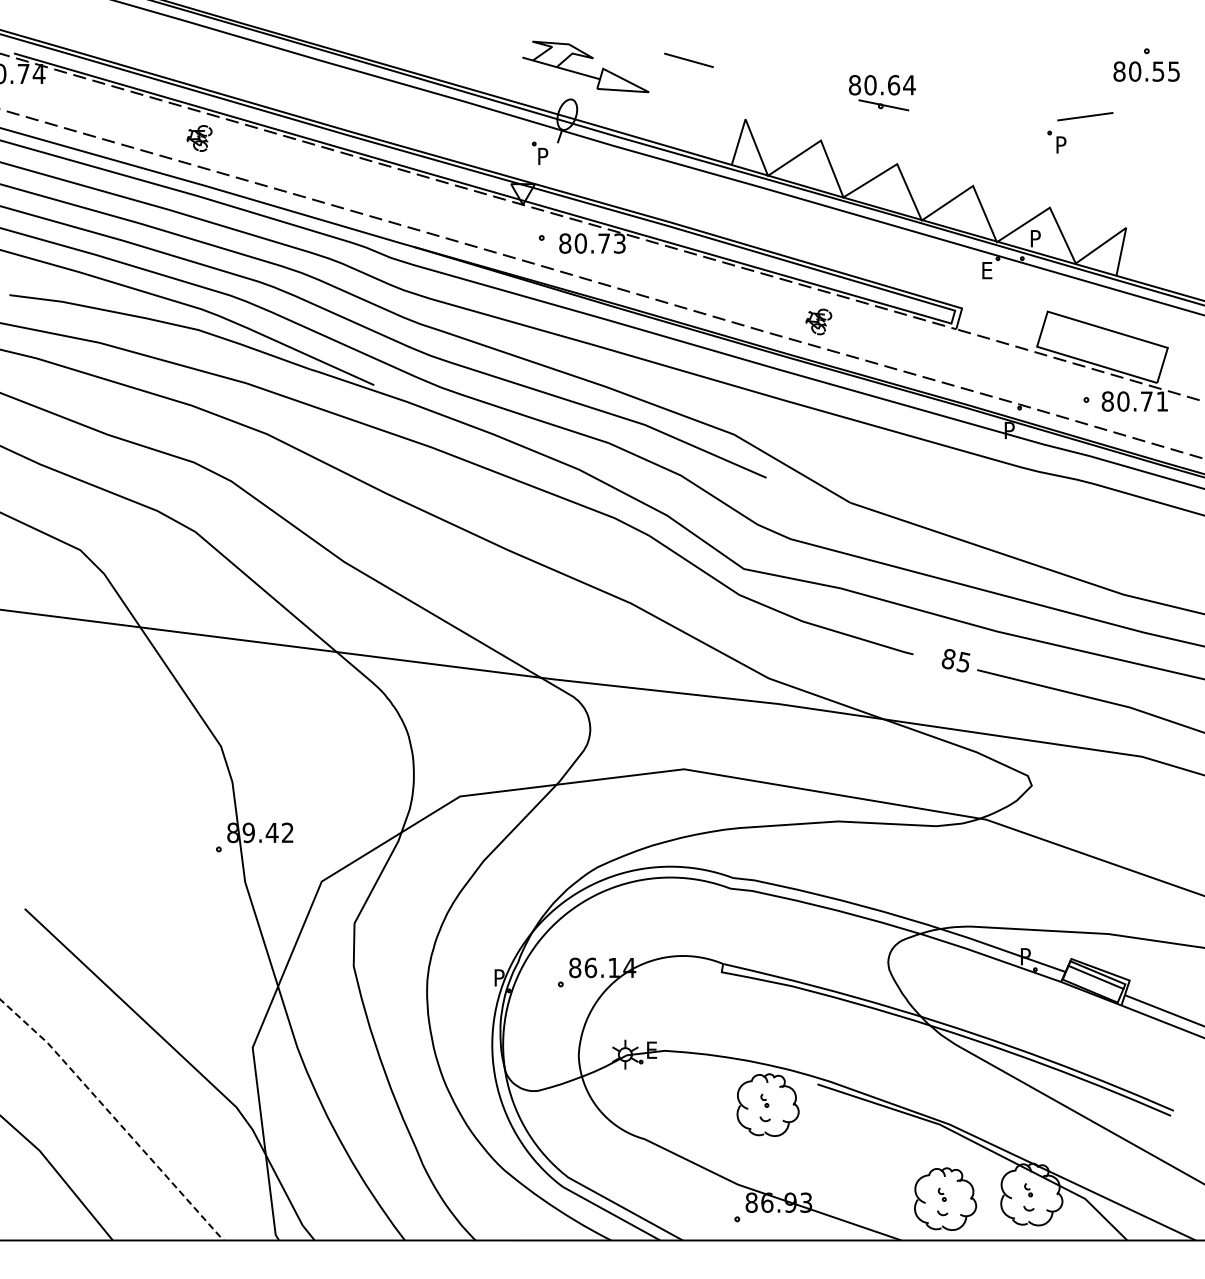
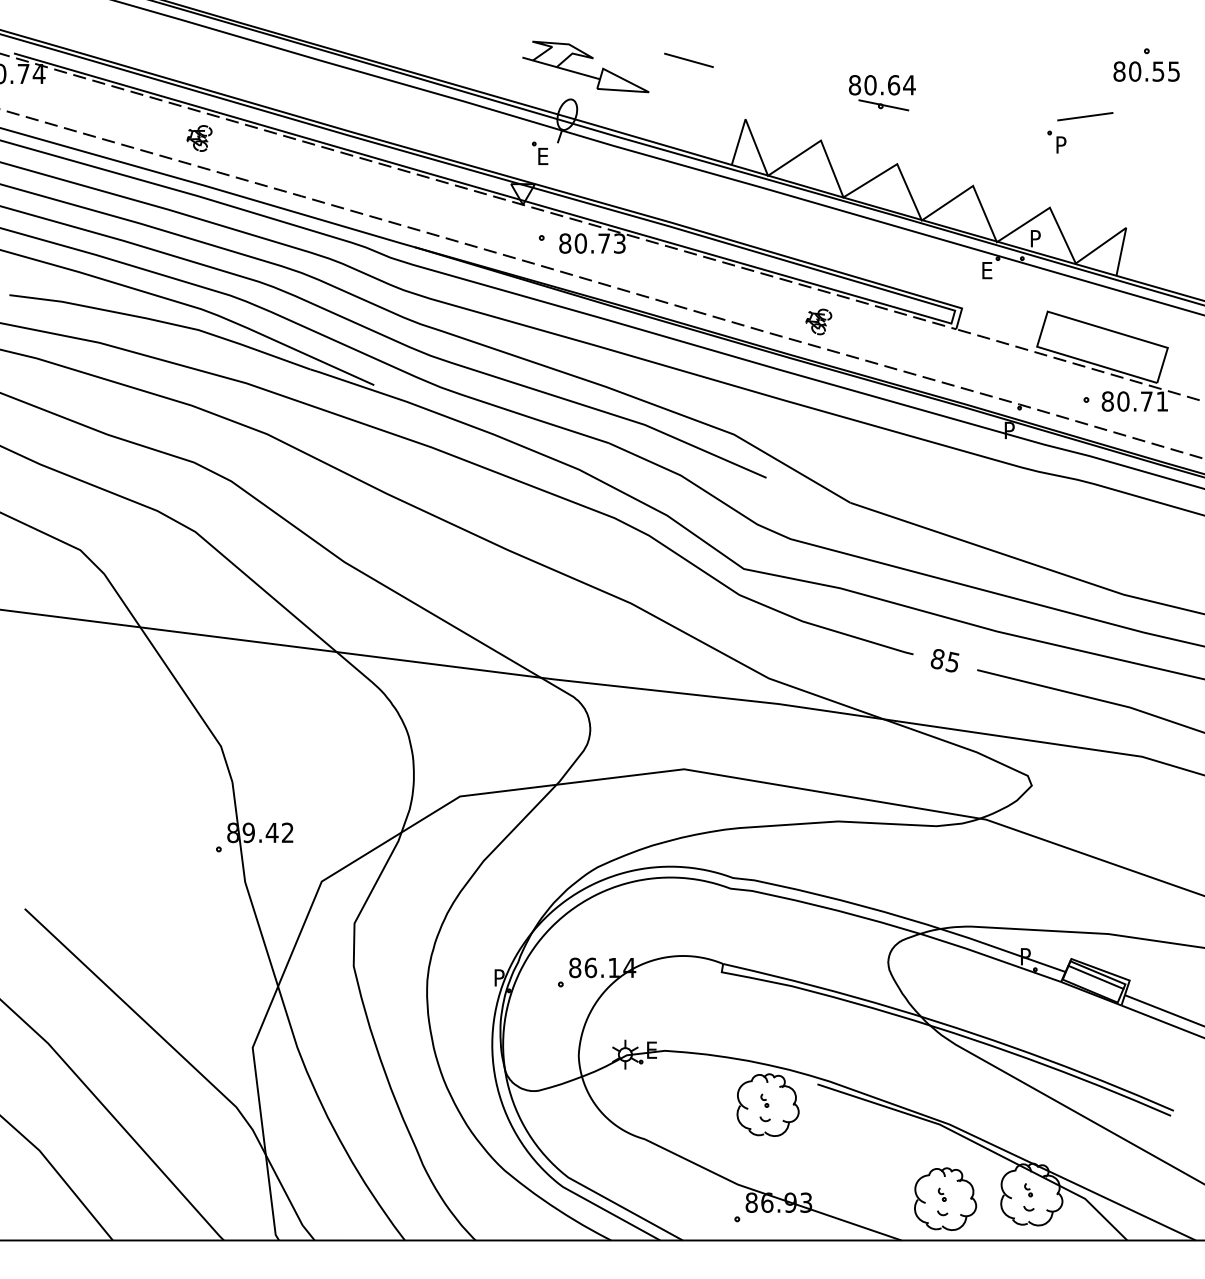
text at (544, 155): P -> E
text at (955, 660) position: (955, 660) -> (944, 660)
line at (114, 1117): dashed -> solid
